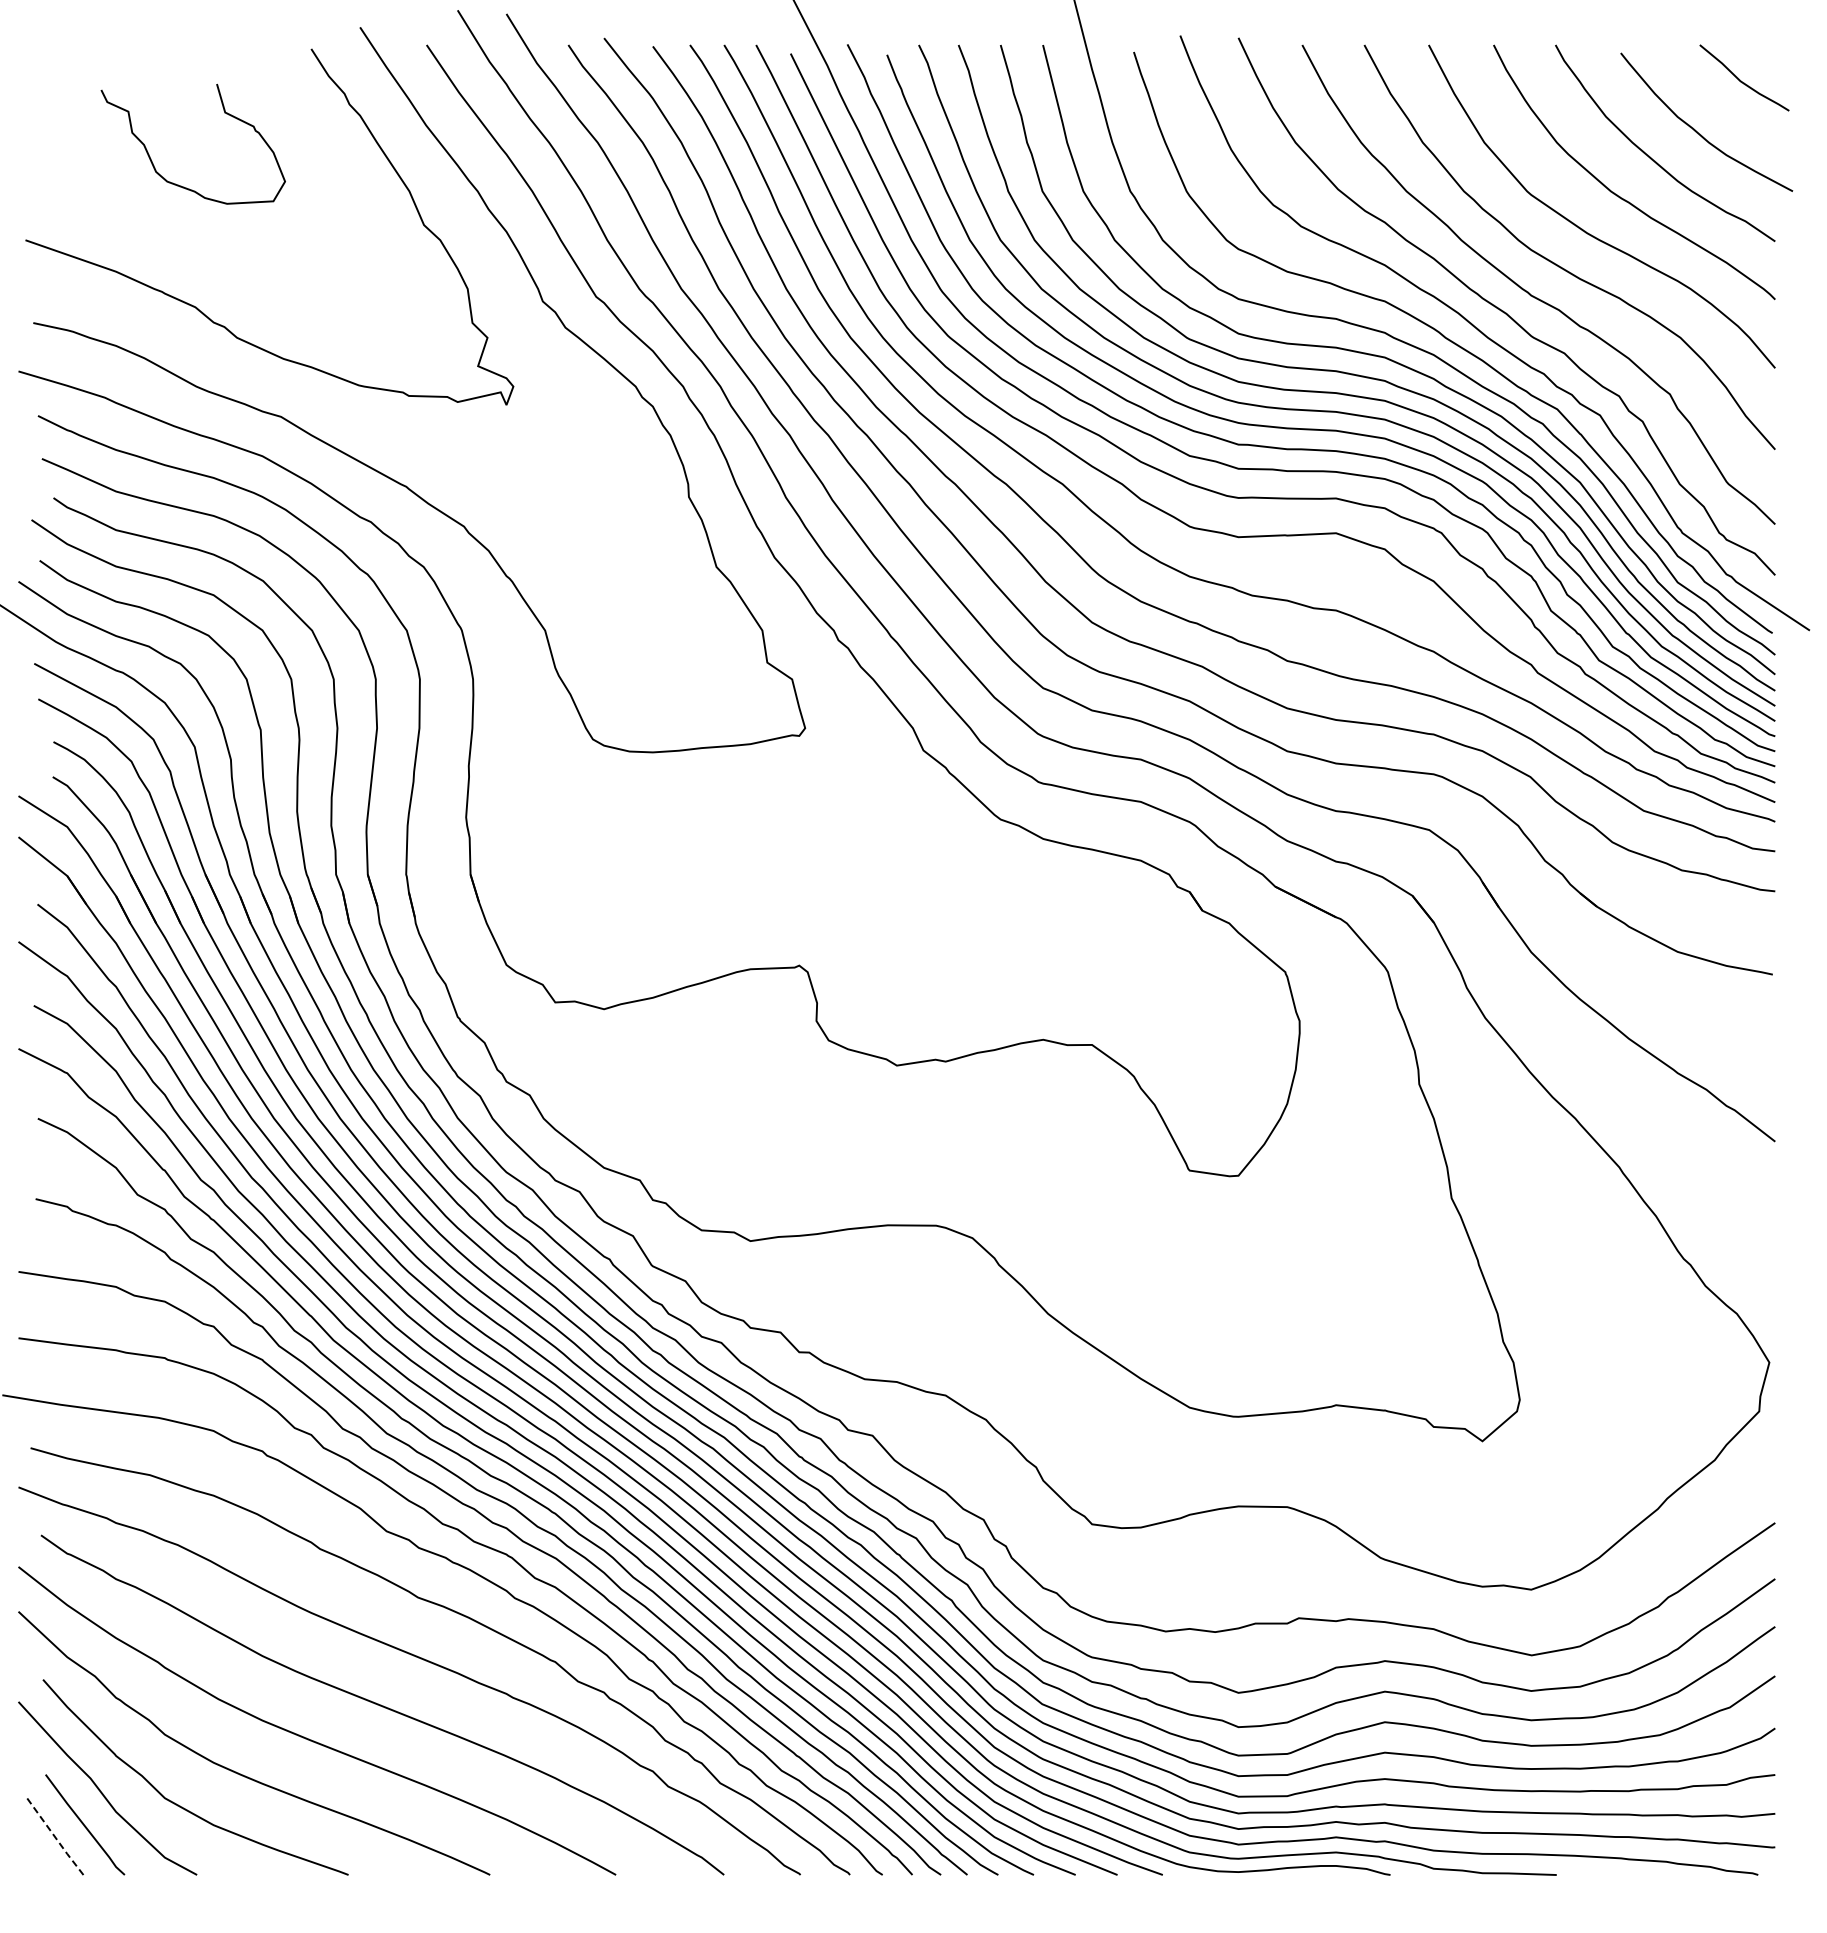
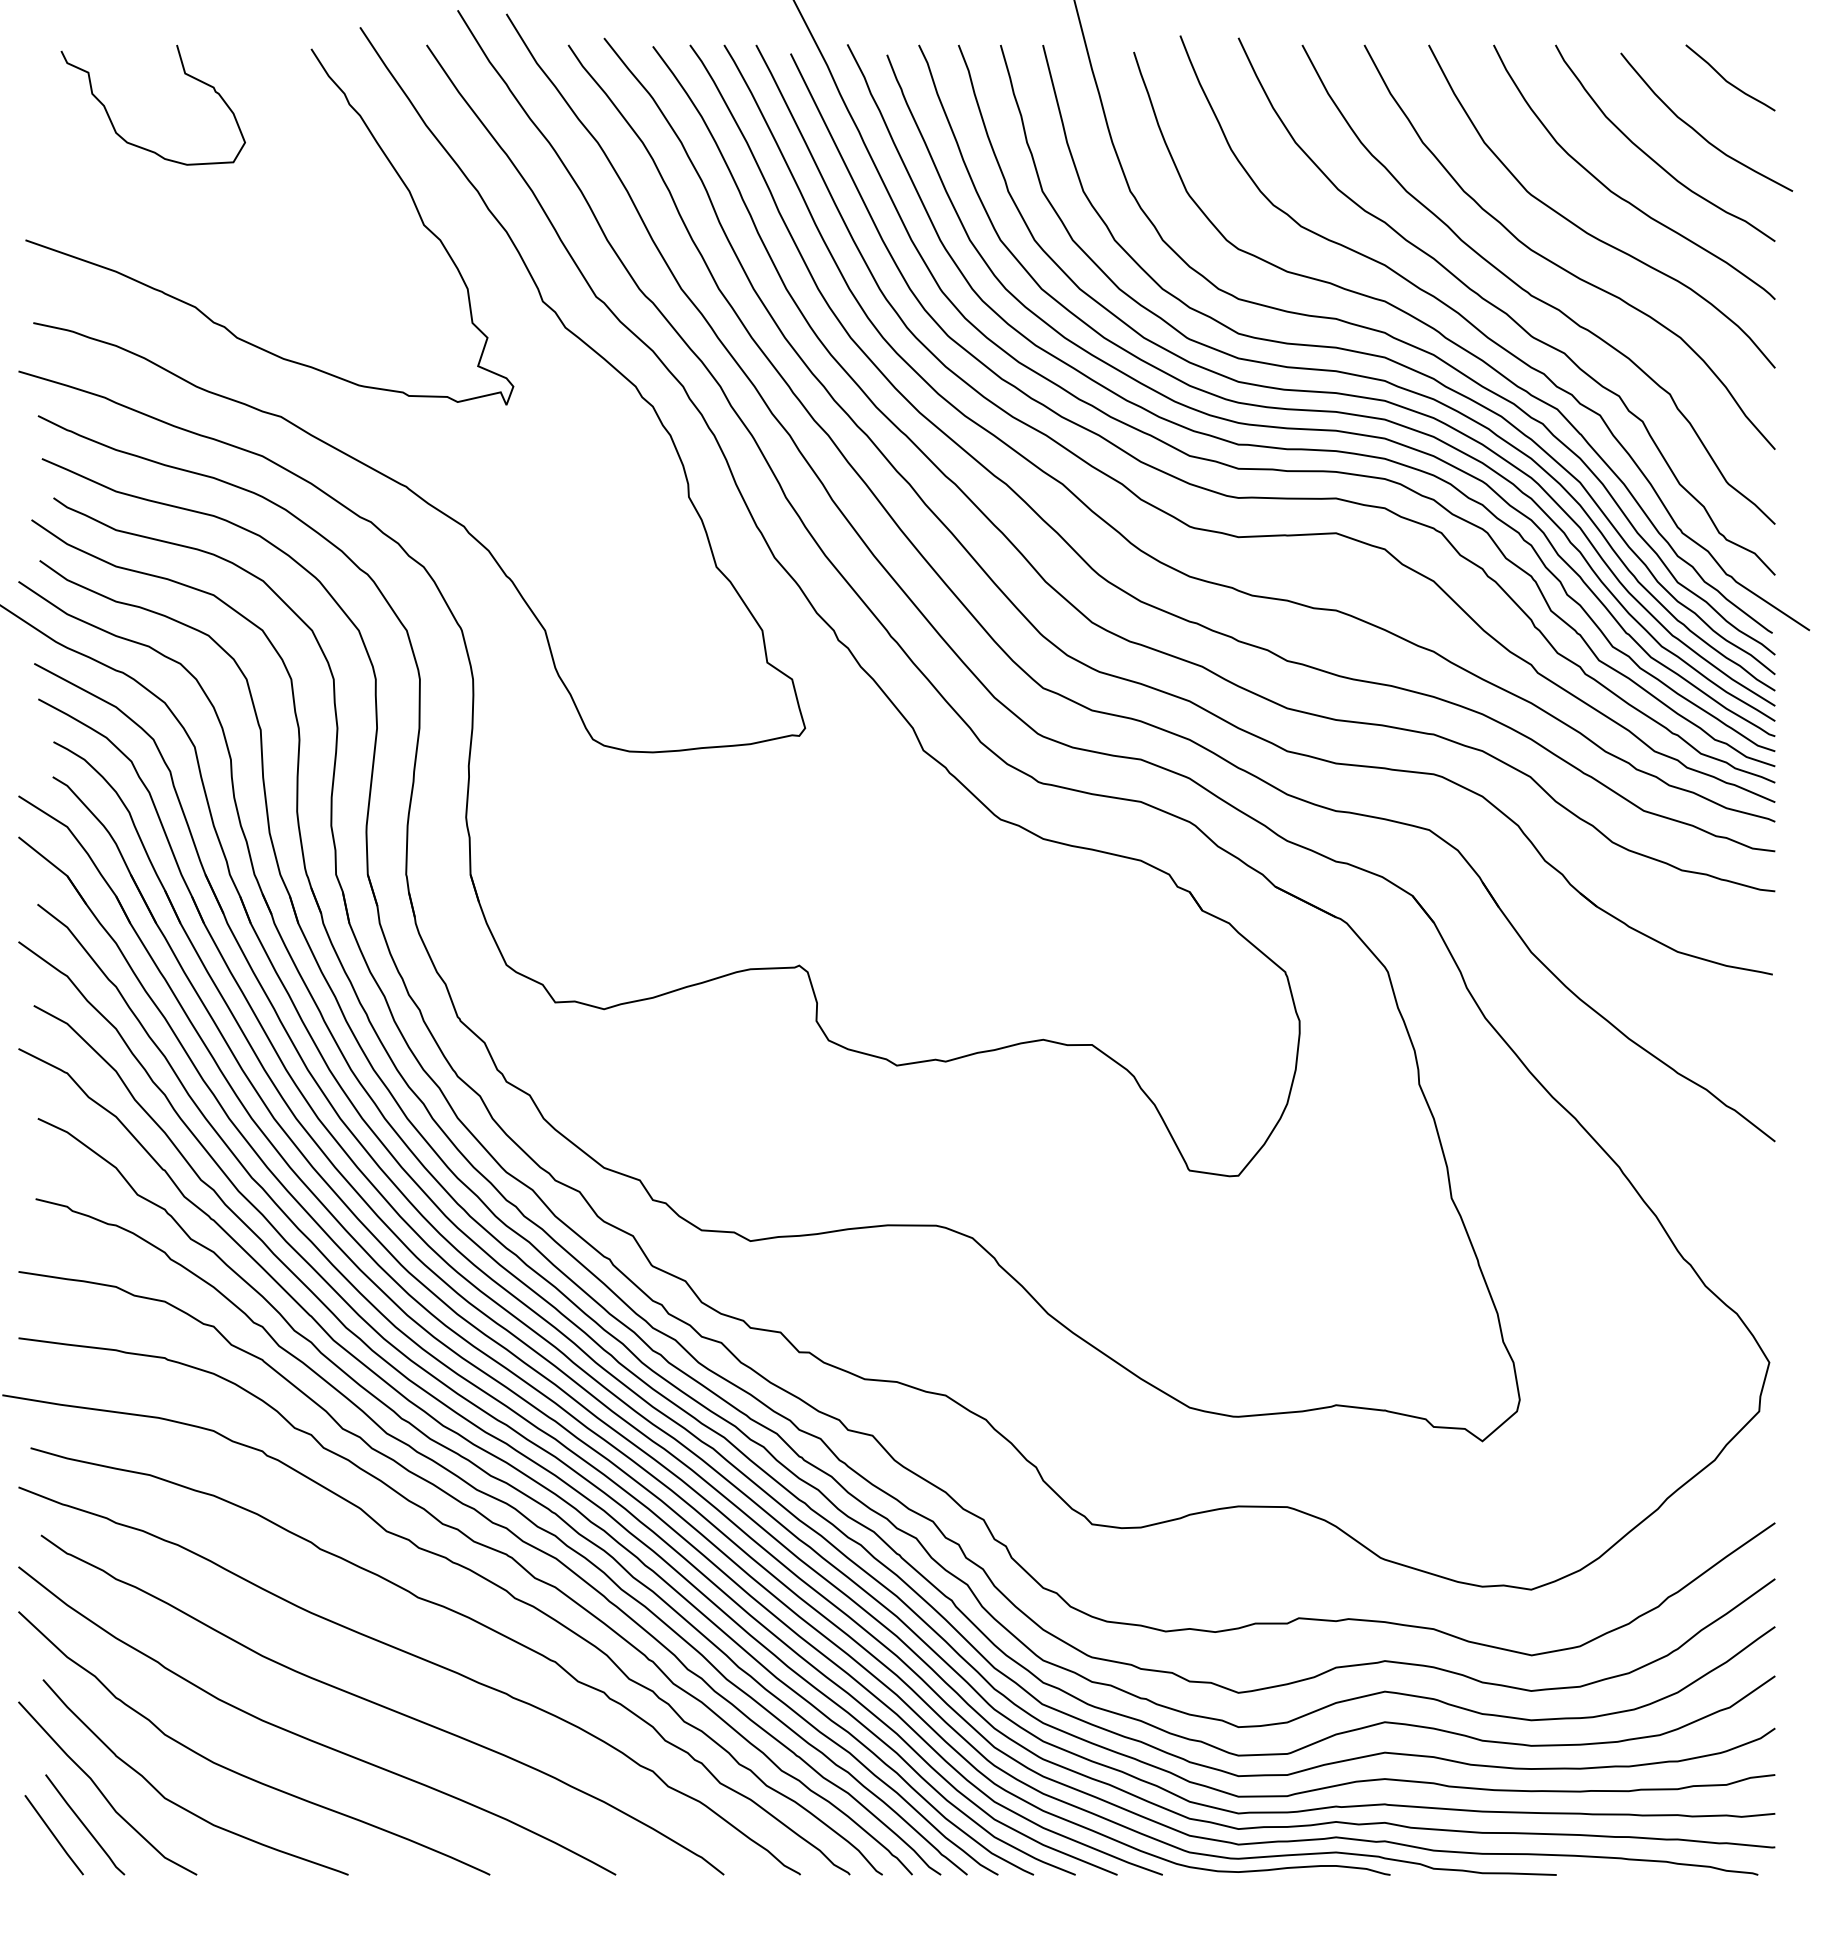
curve at (1741, 80) position: (1741, 80) -> (1727, 80)
curve at (178, 184) position: (178, 184) -> (138, 145)
line at (53, 1835): dashed -> solid
